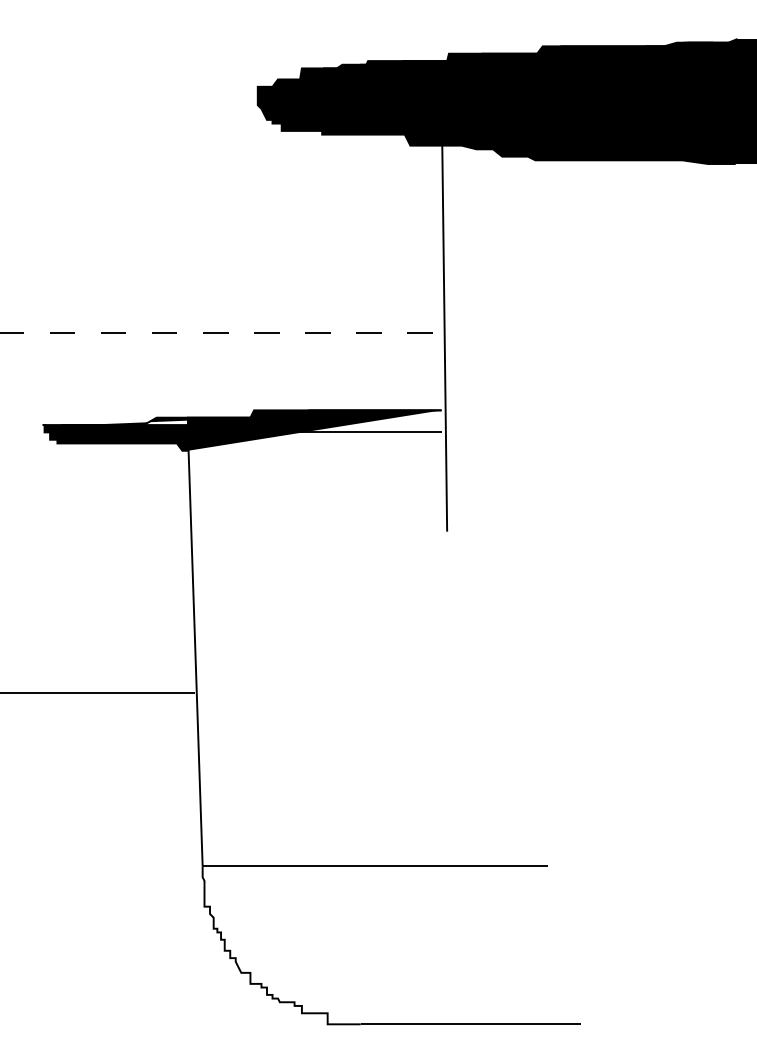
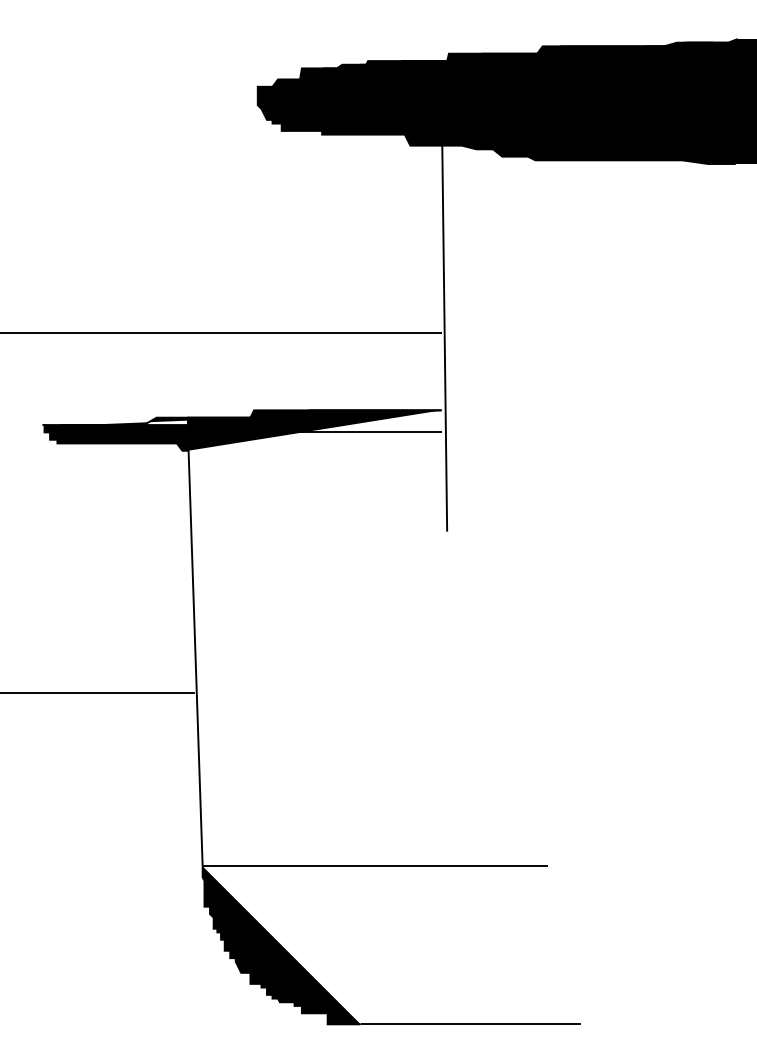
line at (221, 333): dashed -> solid
fill at (281, 945): none -> present
